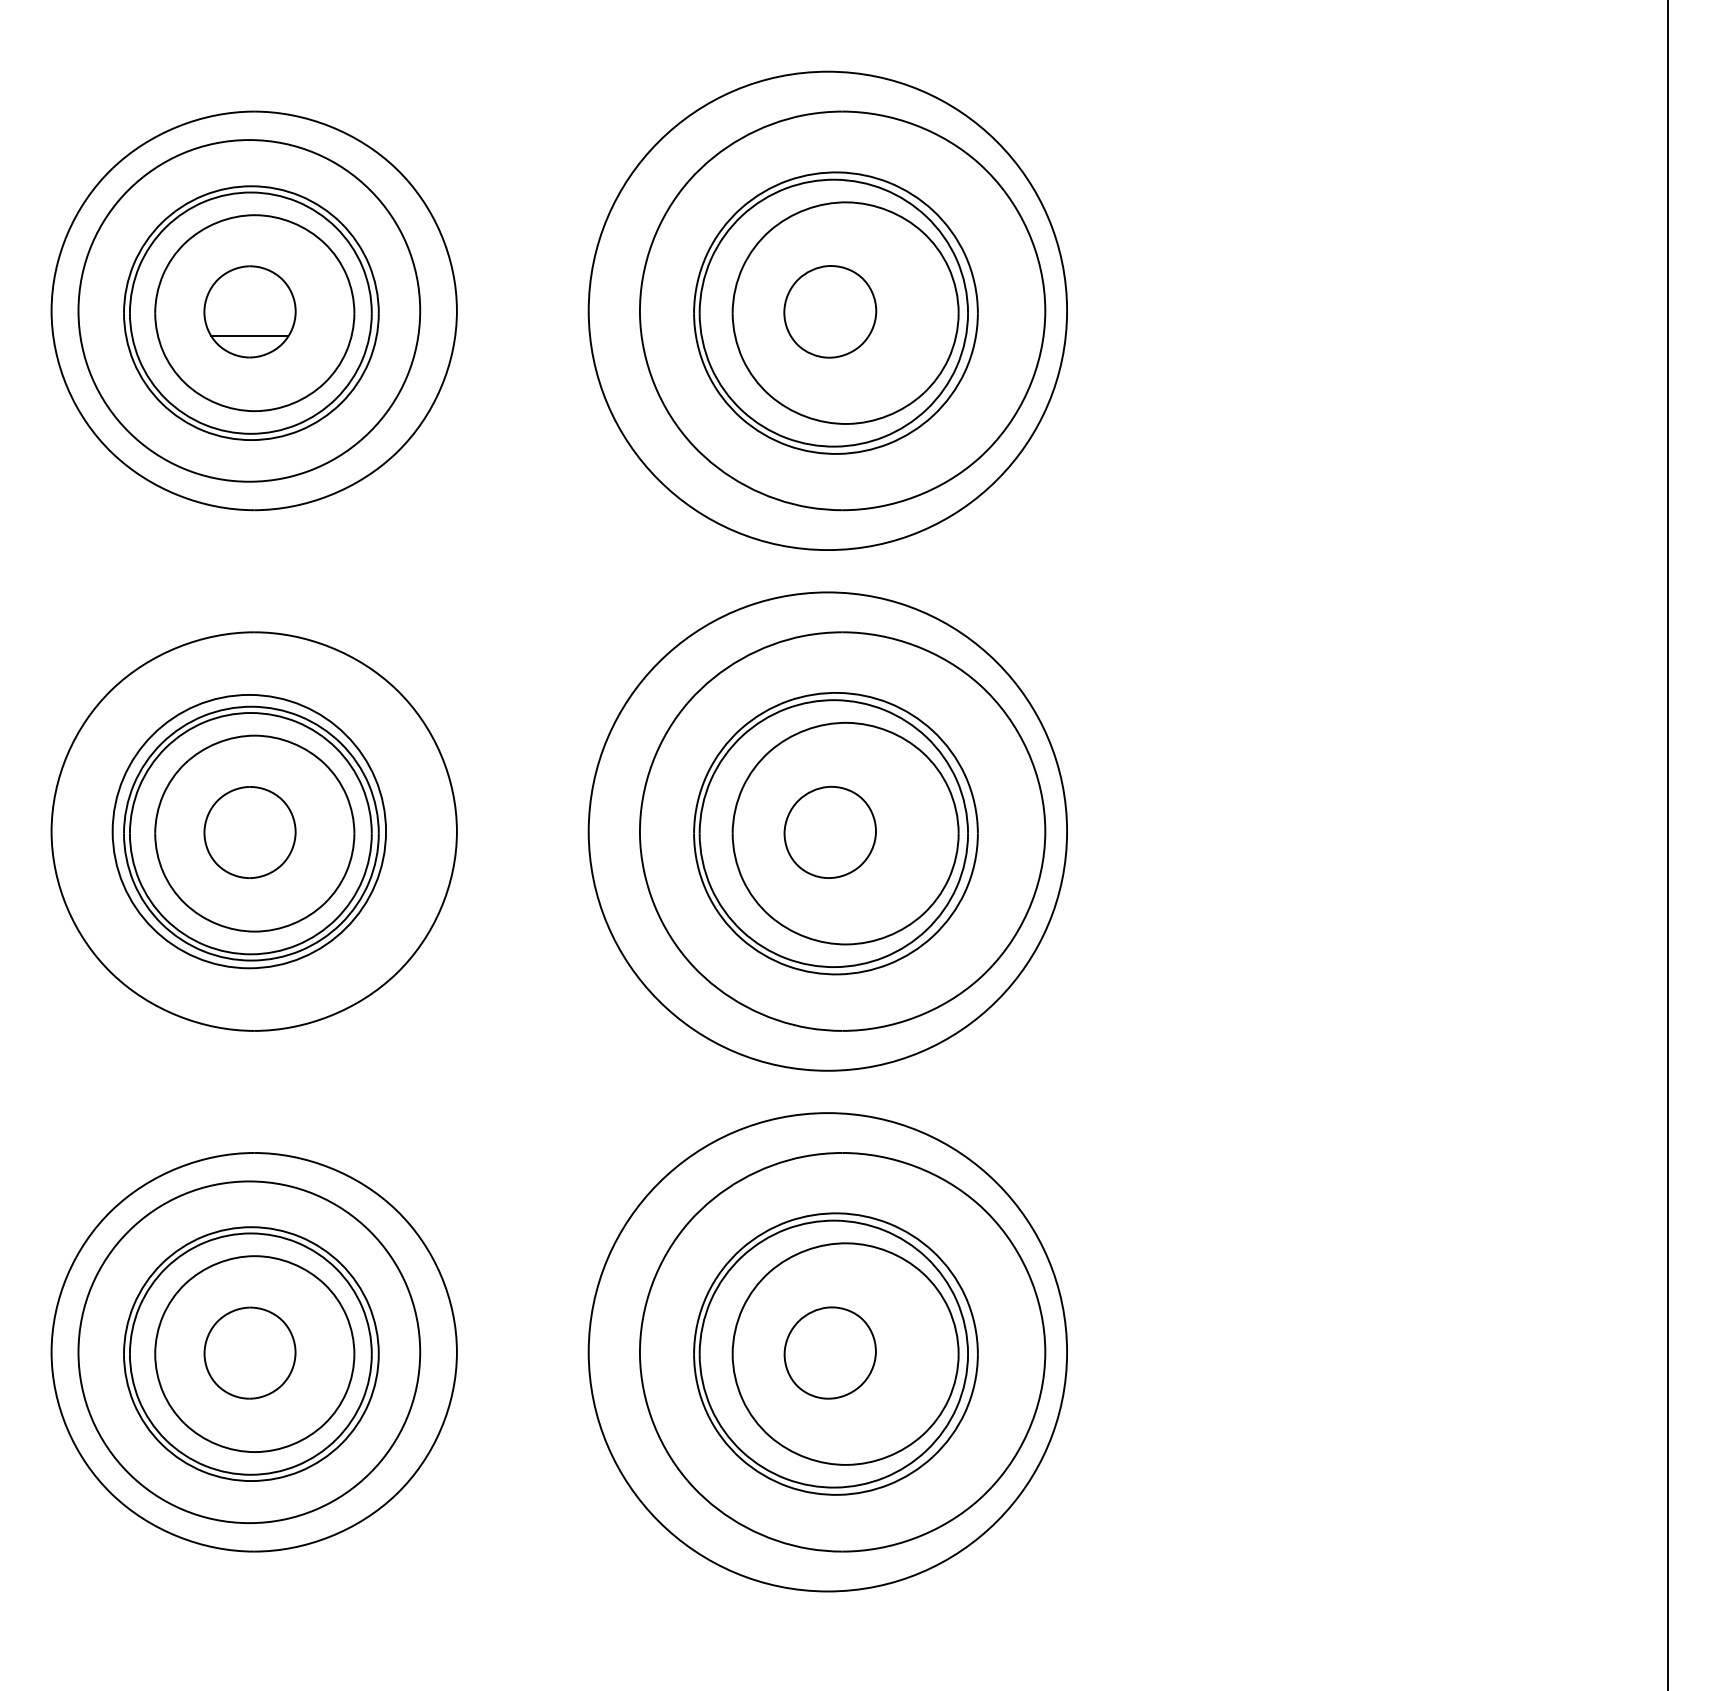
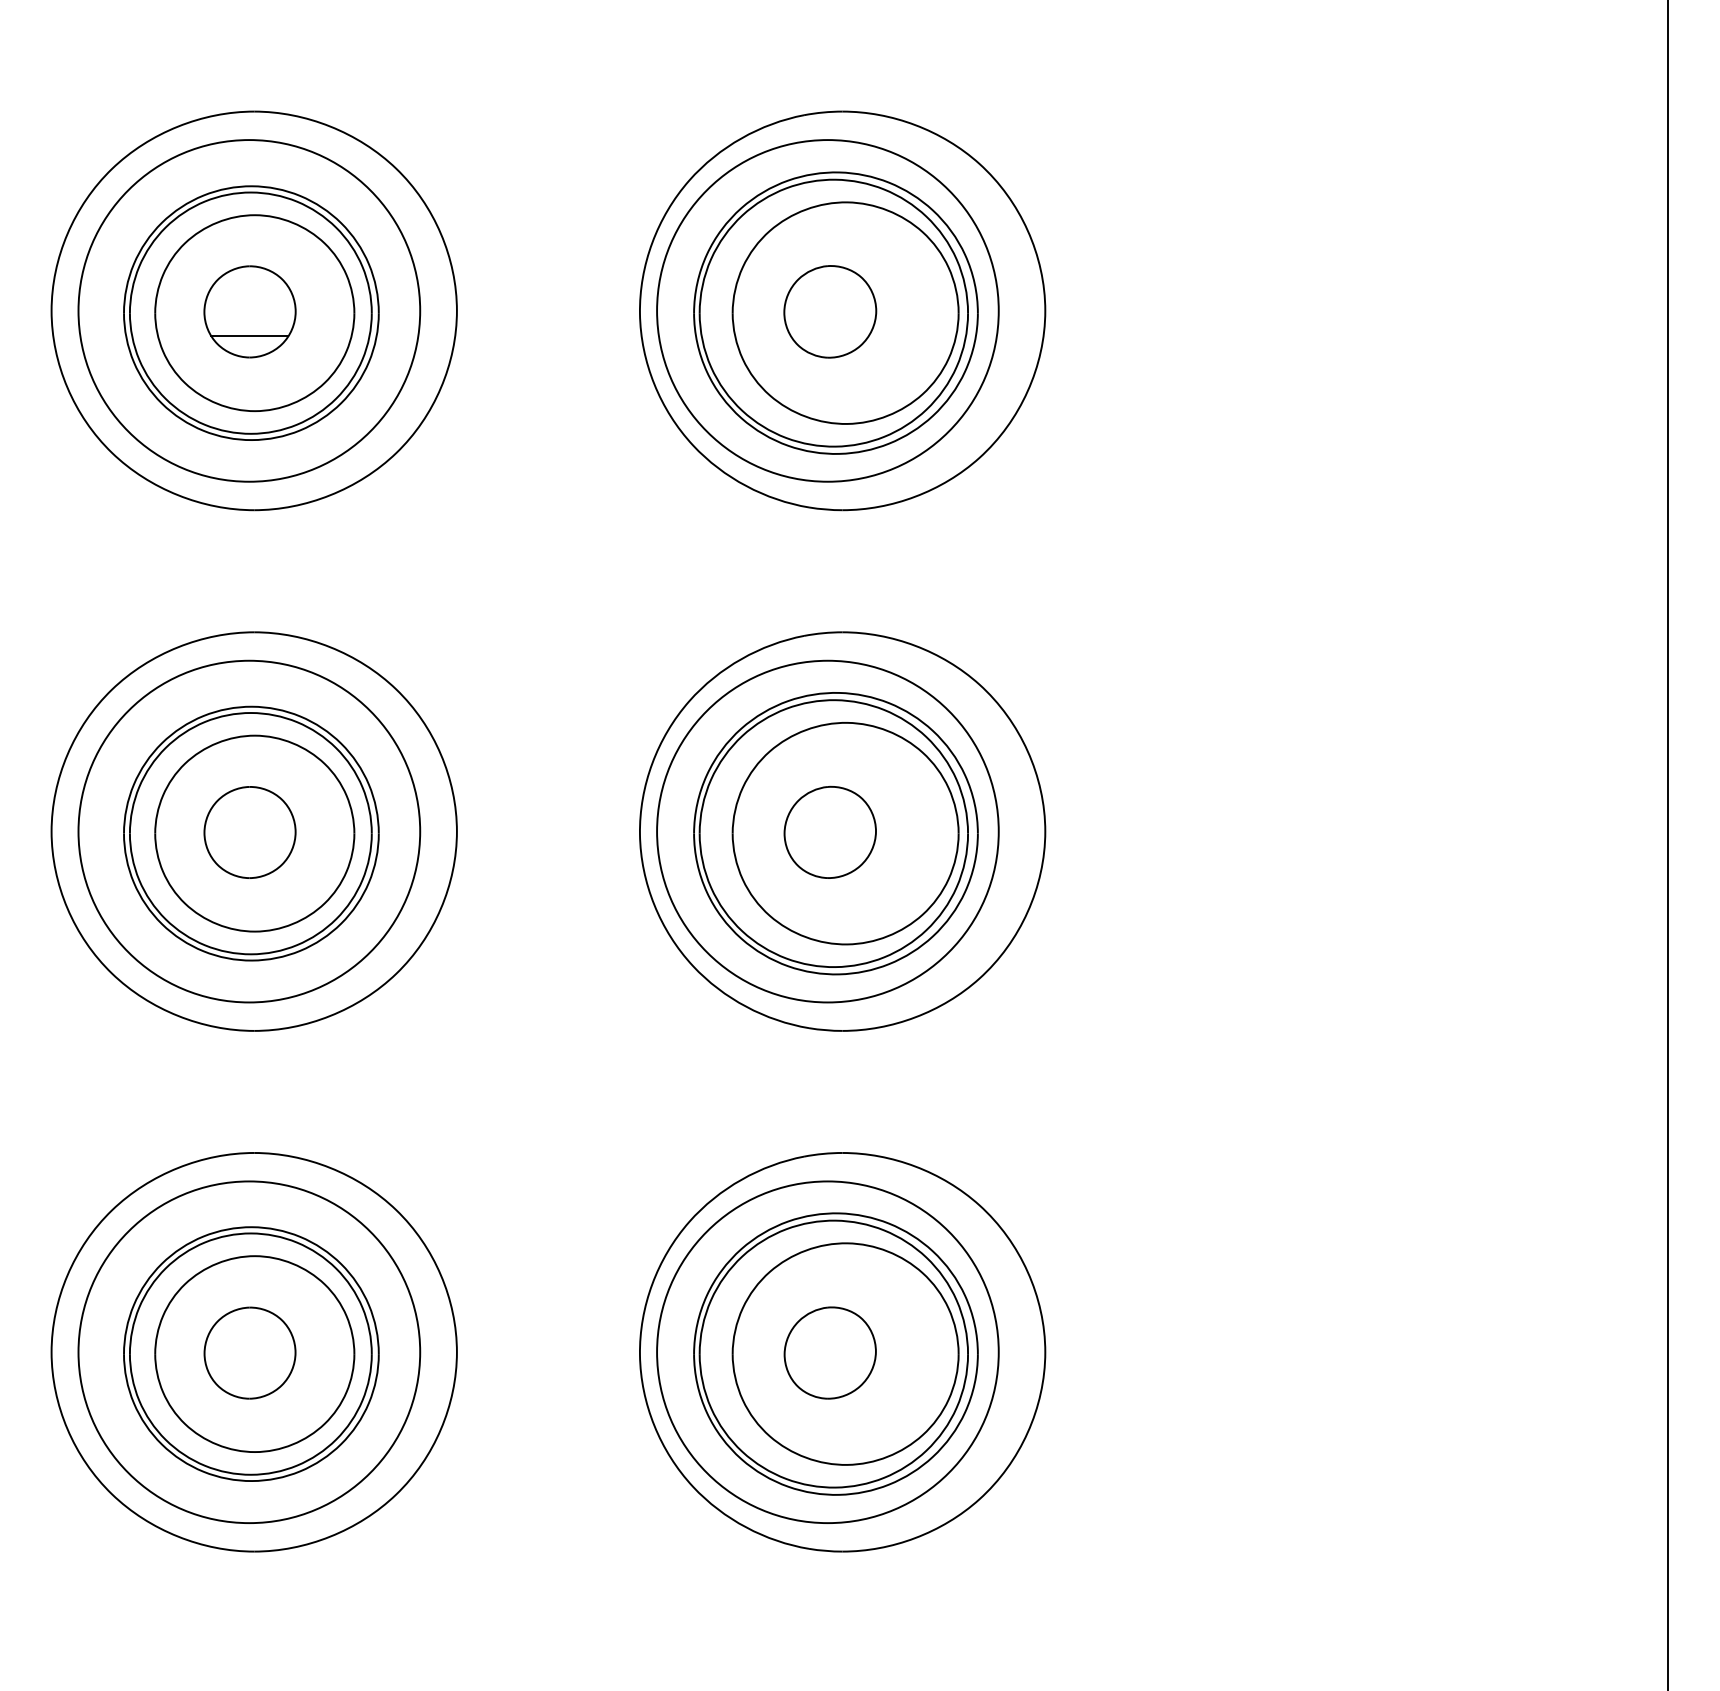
circle at (827, 310) diameter: 478 px -> 342 px
circle at (249, 831) diameter: 273 px -> 342 px
circle at (827, 831) diameter: 478 px -> 342 px
circle at (827, 1352) diameter: 478 px -> 342 px
